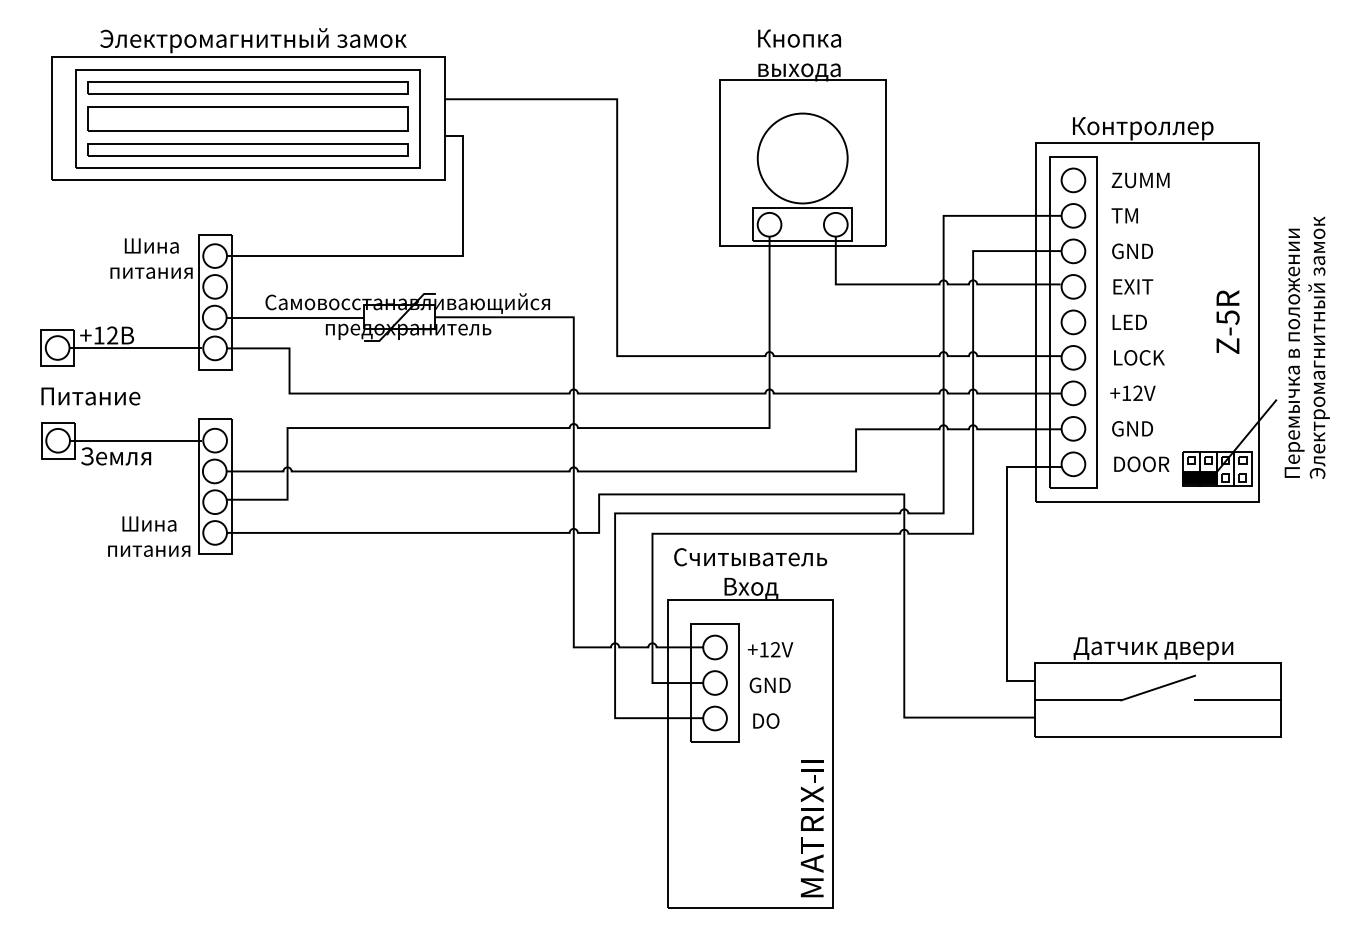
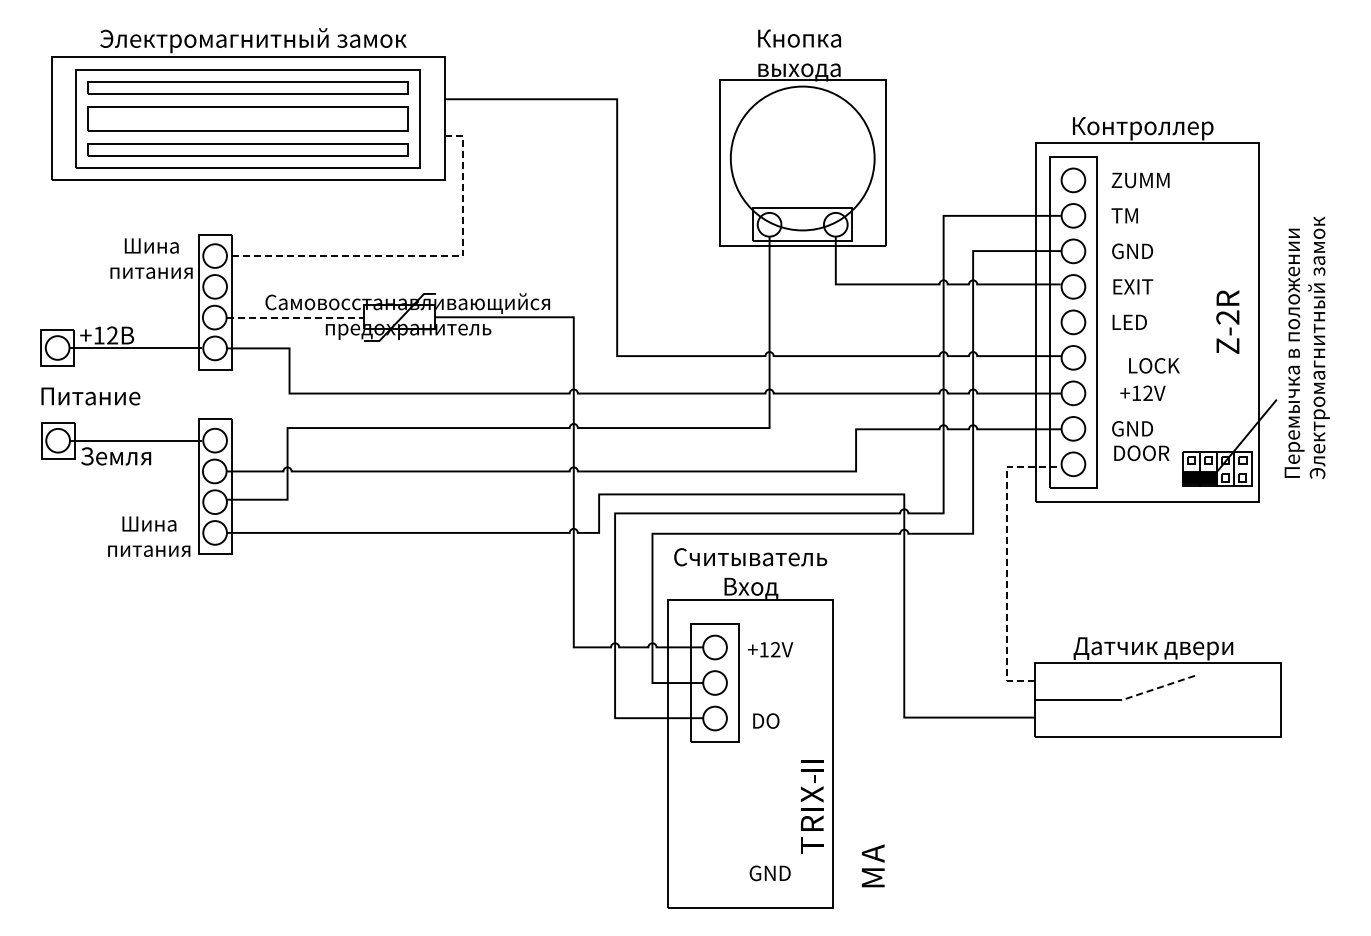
circle at (802, 158) diameter: 90 px -> 144 px
line at (415, 256): solid -> dashed
line at (296, 317): solid -> dashed
text at (1227, 317): Z-5R -> Z-2R
text at (1139, 357) position: (1139, 357) -> (1154, 365)
text at (1132, 392) position: (1132, 392) -> (1142, 392)
text at (1141, 464) position: (1141, 464) -> (1141, 453)
line at (1006, 560): solid -> dashed
text at (769, 685) position: (769, 685) -> (769, 873)
line at (1158, 688): solid -> dashed
line at (1238, 700): present -> none
text at (812, 875) position: (812, 875) -> (873, 865)
